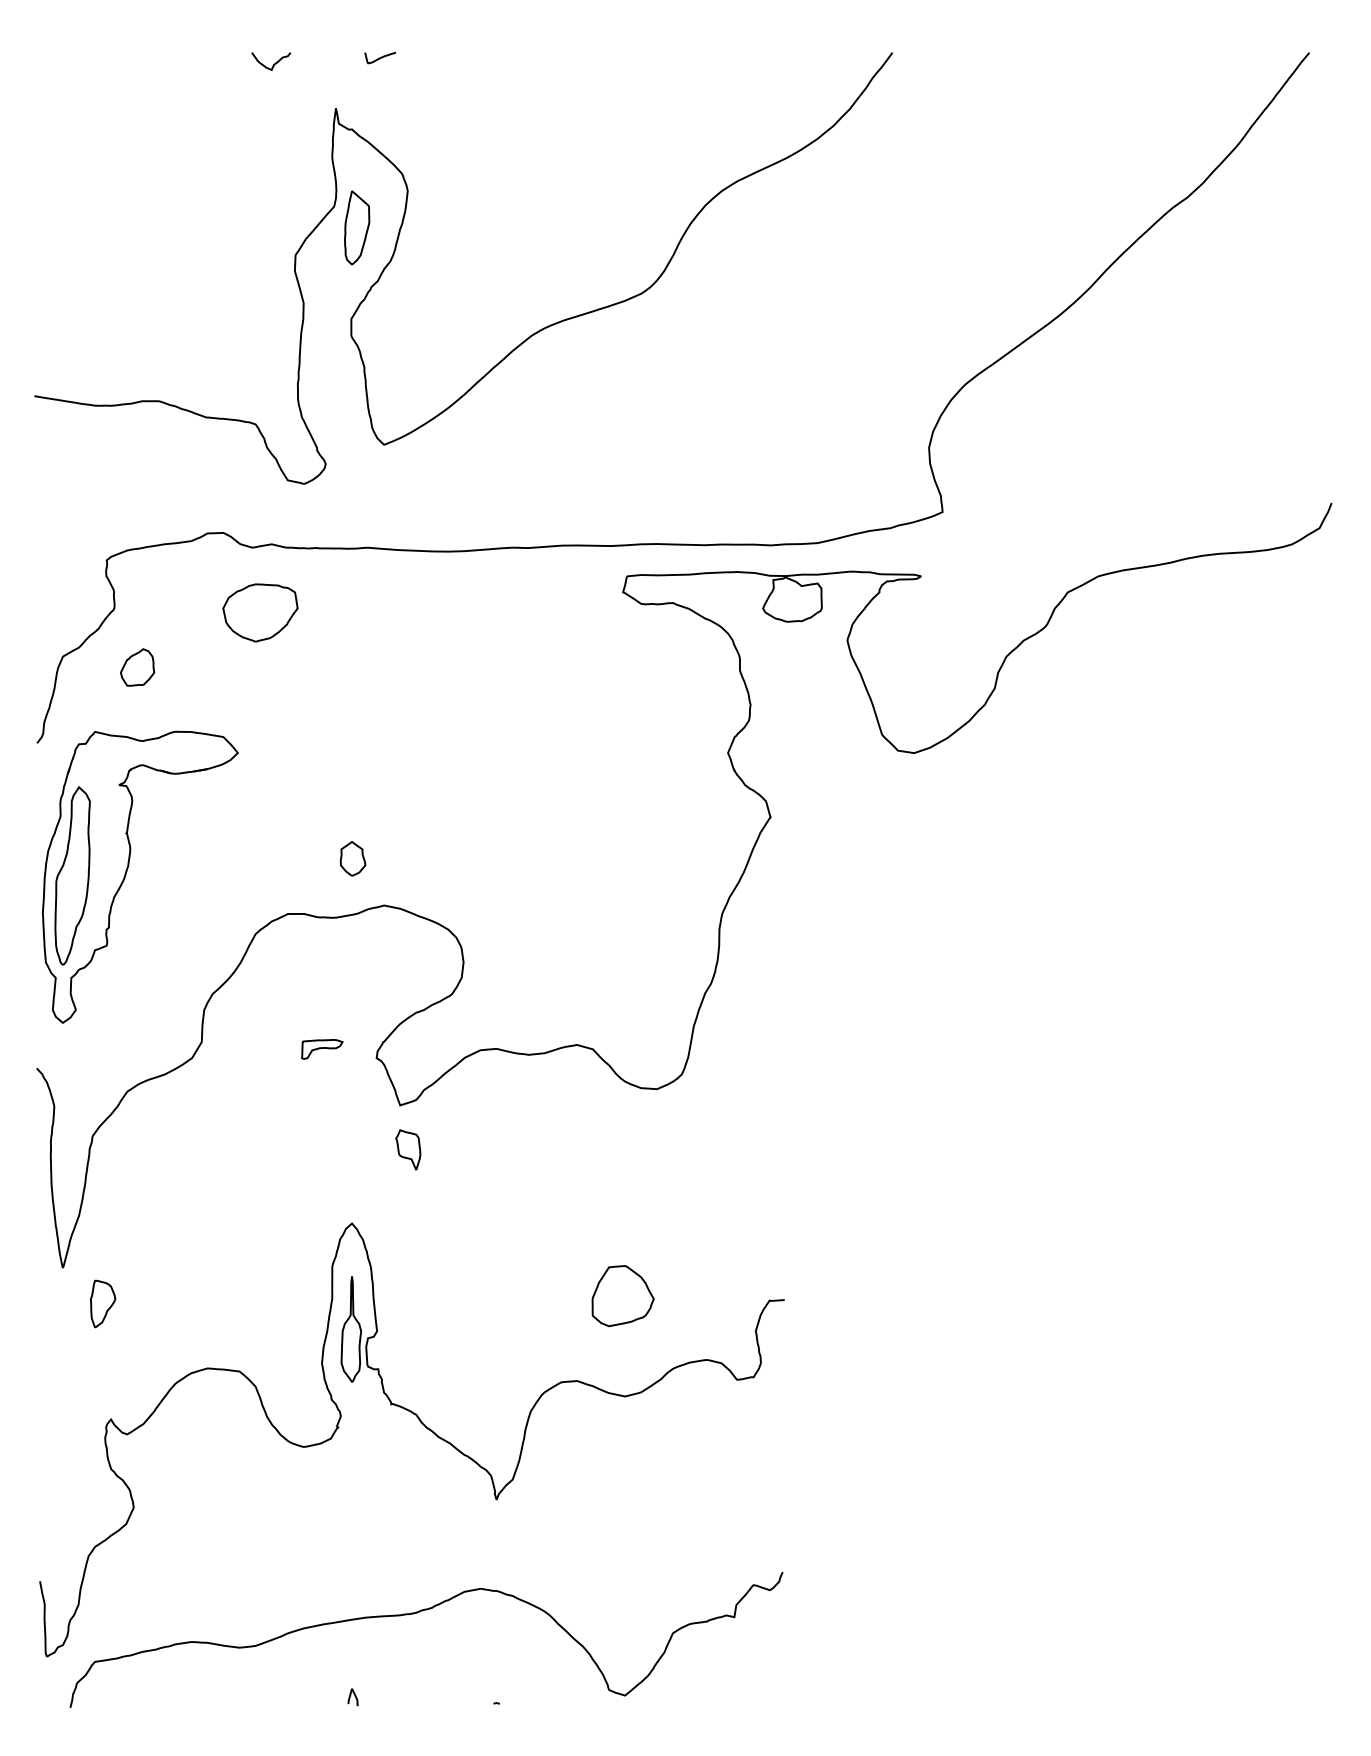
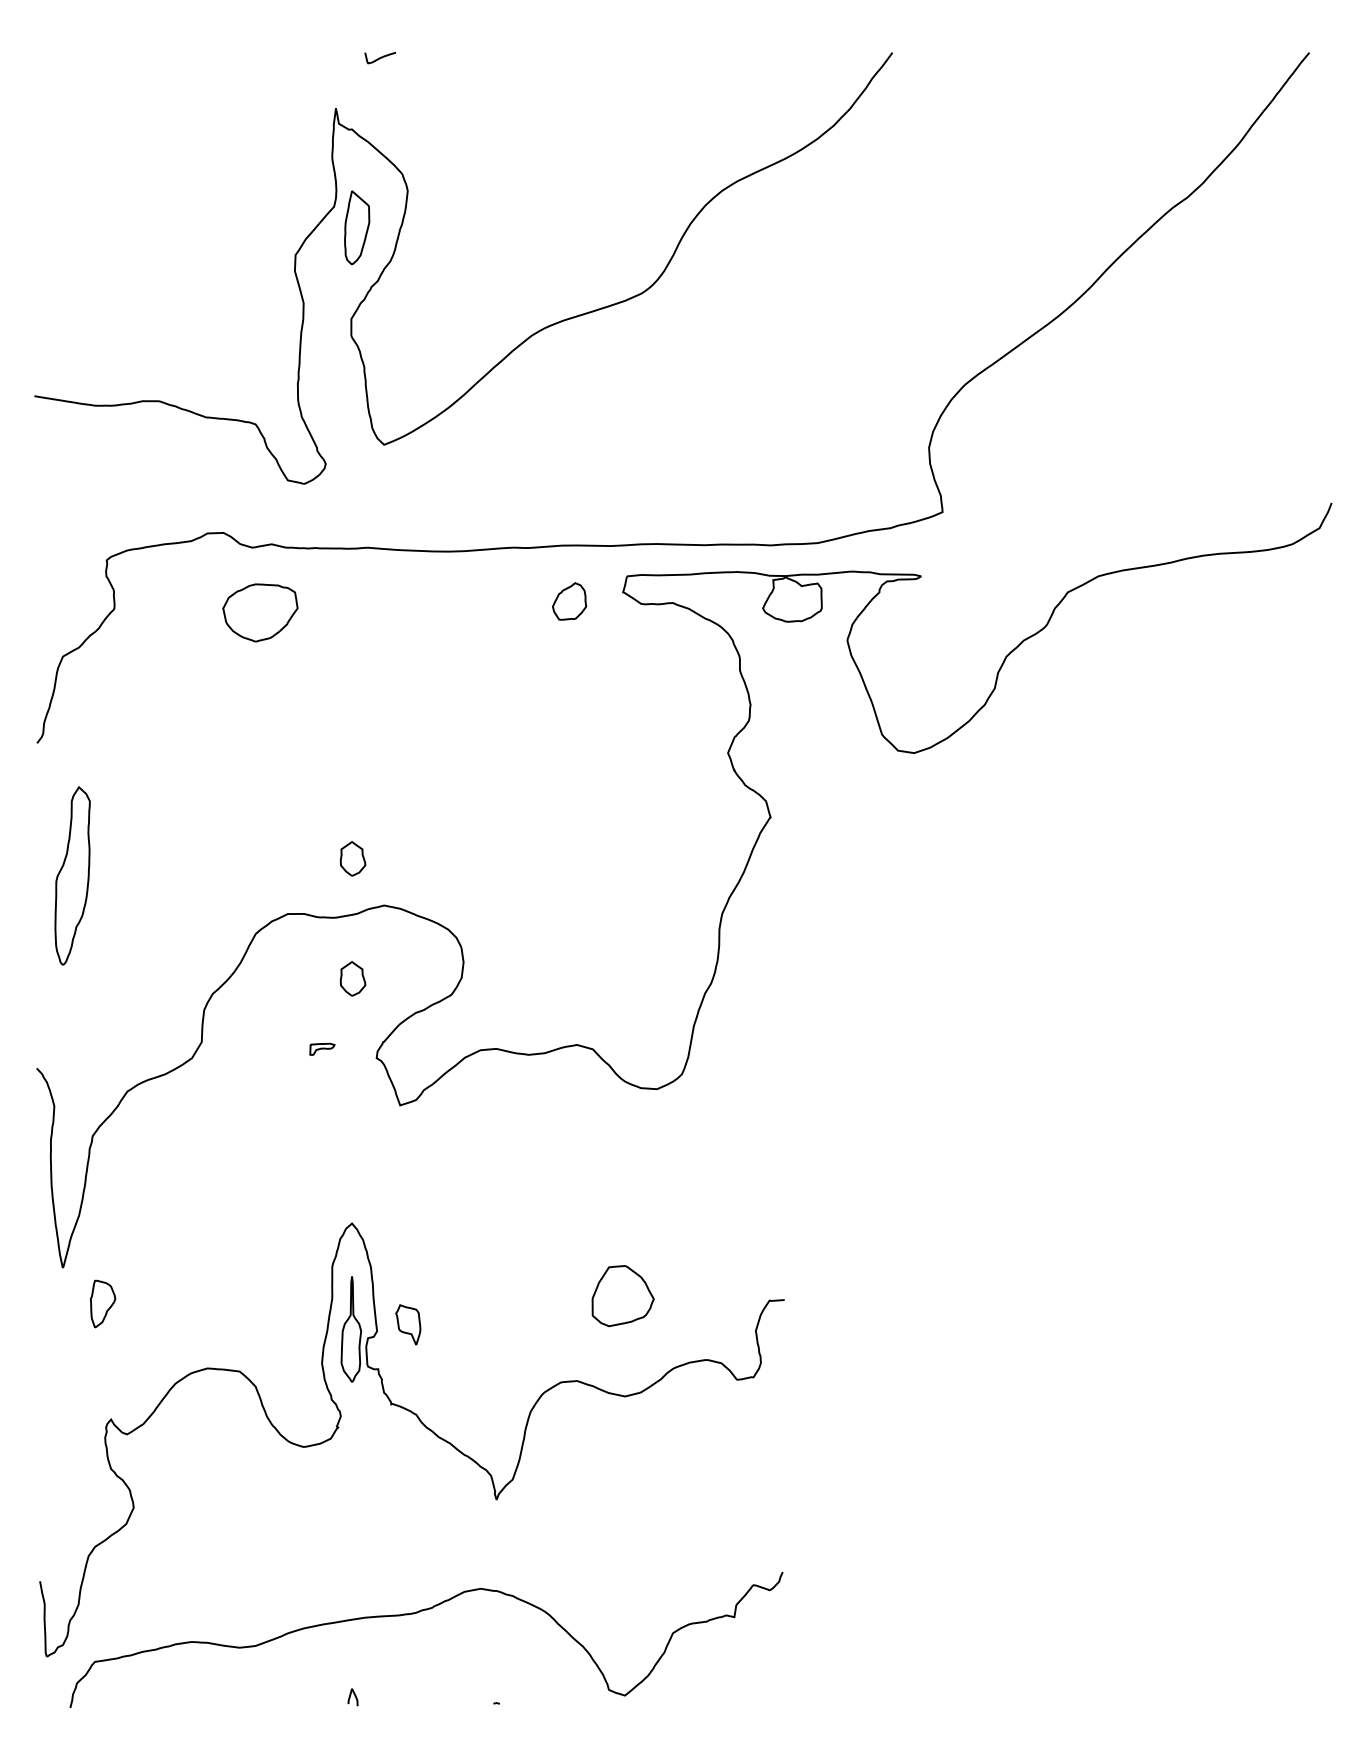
curve at (274, 63): present -> none
part at (137, 667) position: (137, 667) -> (569, 601)
part at (127, 872): present -> none
part at (352, 978): none -> present
part at (322, 1049) size: 43x21 px -> 27x14 px
part at (408, 1149) position: (408, 1149) -> (408, 1324)
